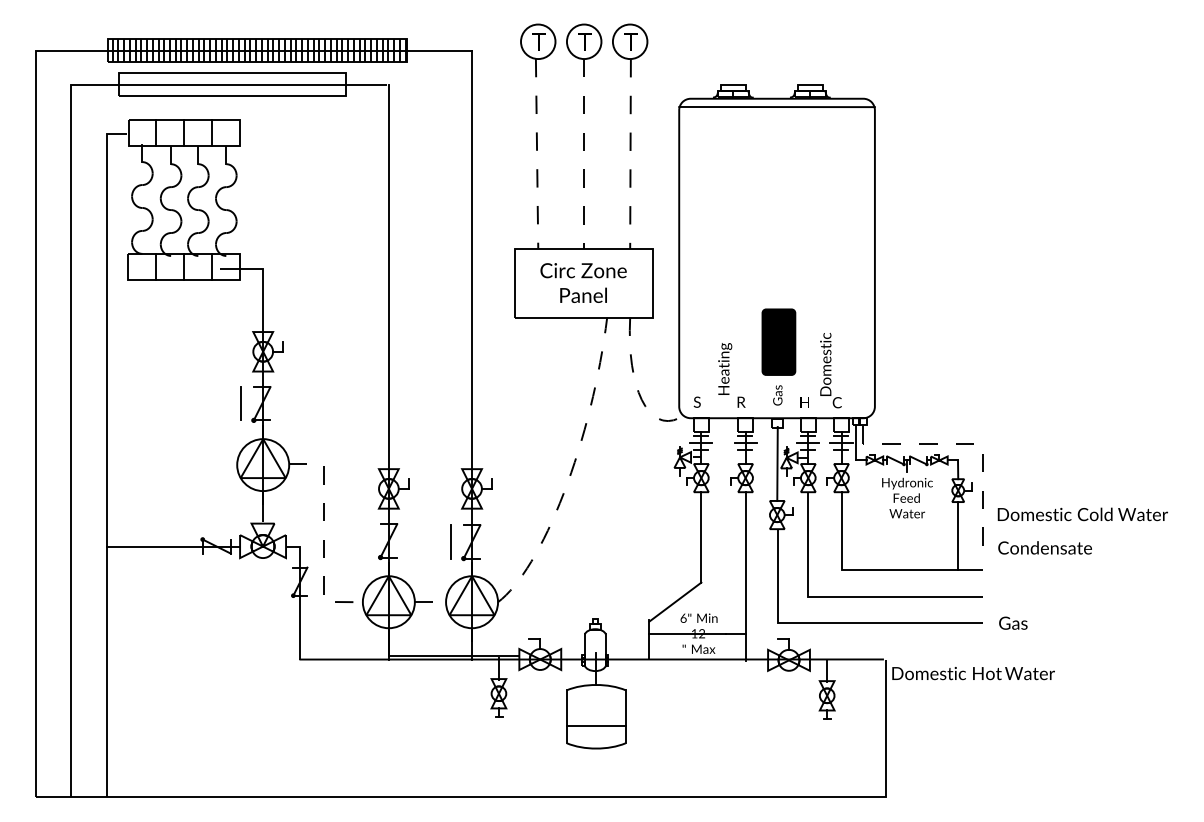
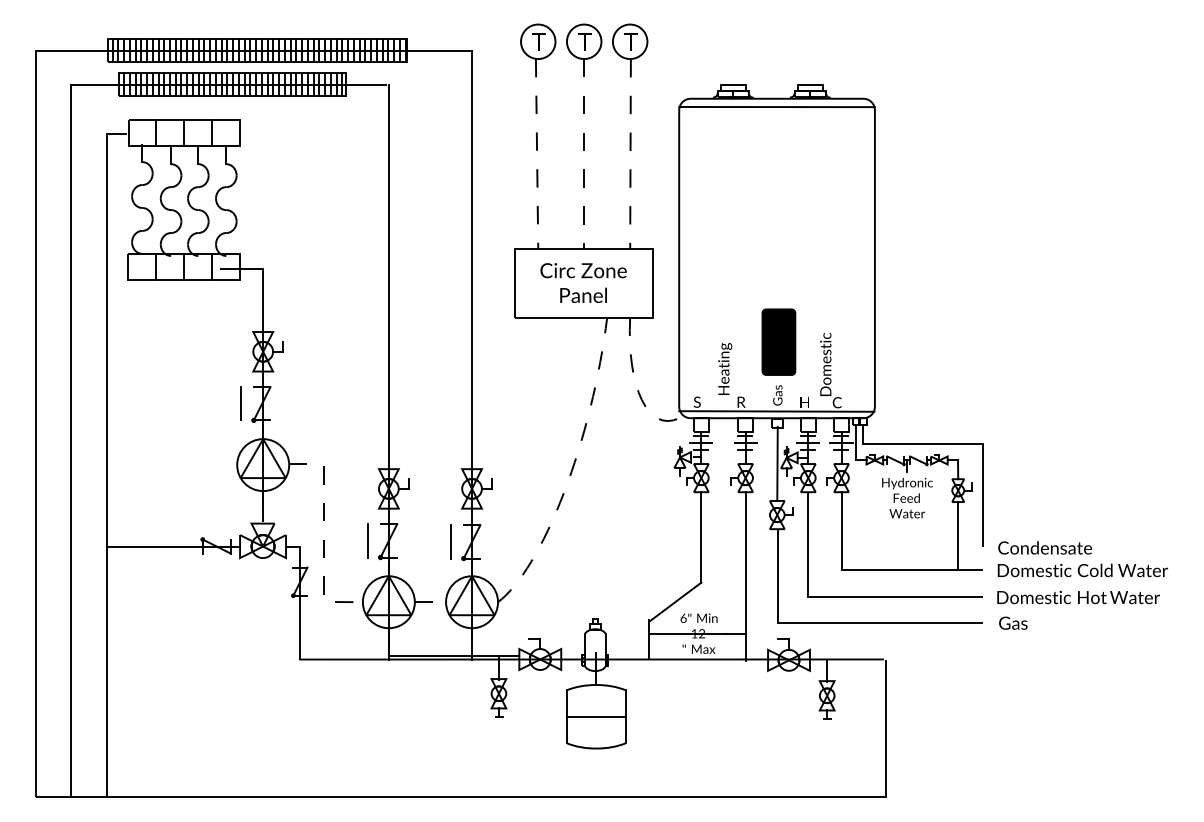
hatch at (233, 84): none -> present
line at (776, 411): none -> present
line at (965, 443): dashed -> solid
text at (1082, 514) position: (1082, 514) -> (1082, 570)
line at (368, 540): none -> present
text at (973, 673) position: (973, 673) -> (1078, 597)
line at (595, 725) position: (595, 725) -> (595, 716)
